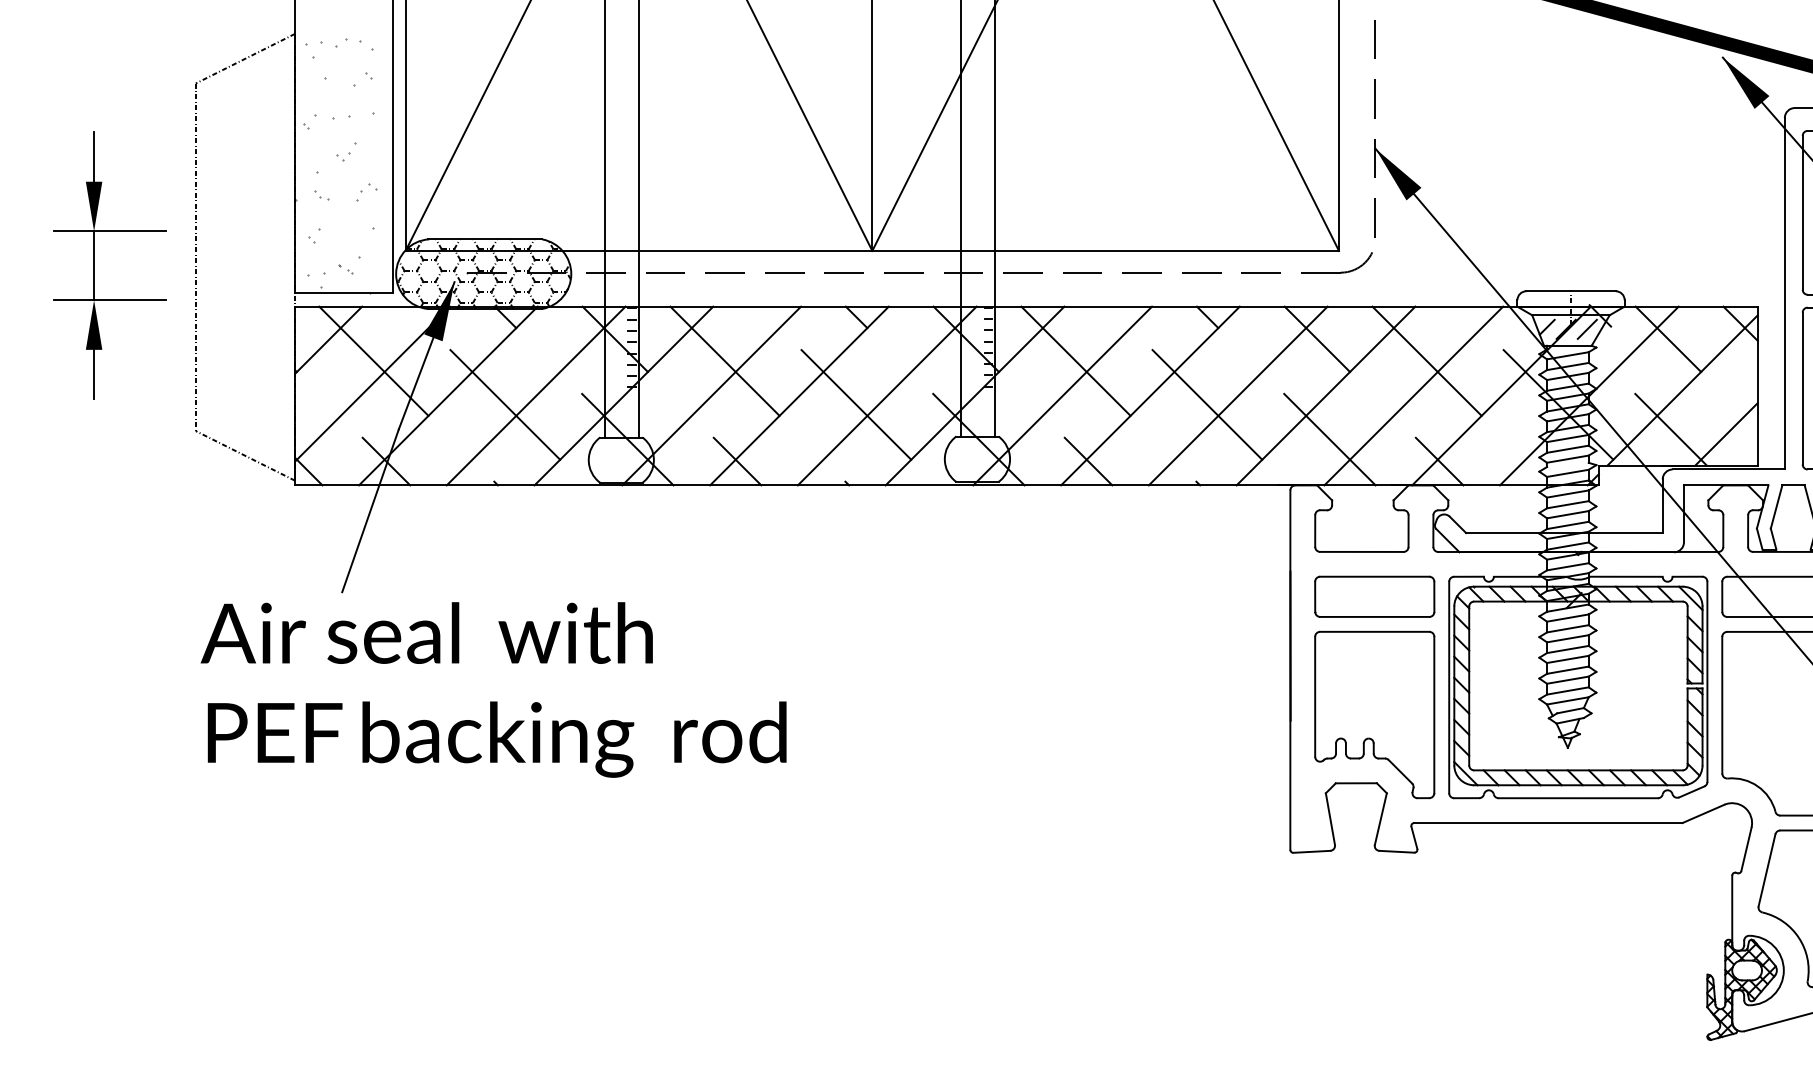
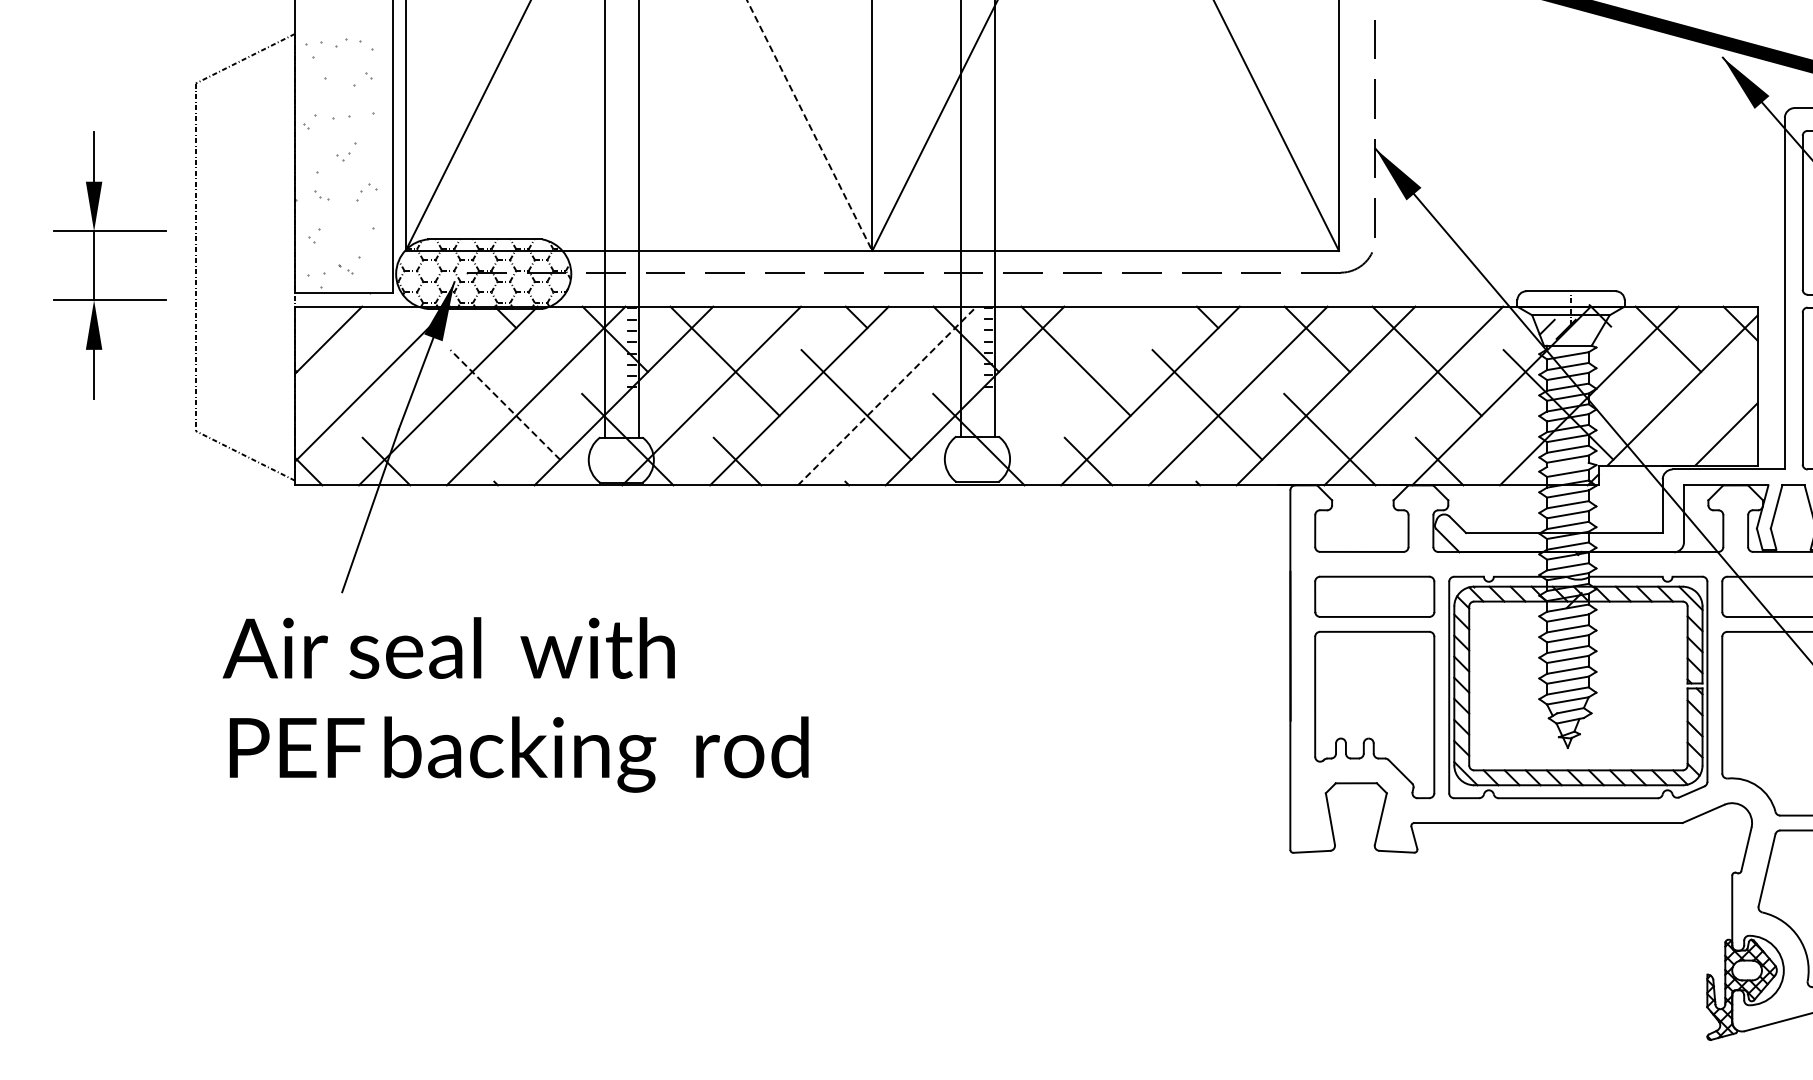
line at (809, 125): solid -> dashed
line at (1586, 328): present -> none
line at (373, 360): present -> none
line at (887, 395): solid -> dashed
line at (1062, 395): present -> none
line at (505, 404): solid -> dashed
line at (1670, 429): present -> none
text at (493, 689) position: (493, 689) -> (515, 704)
